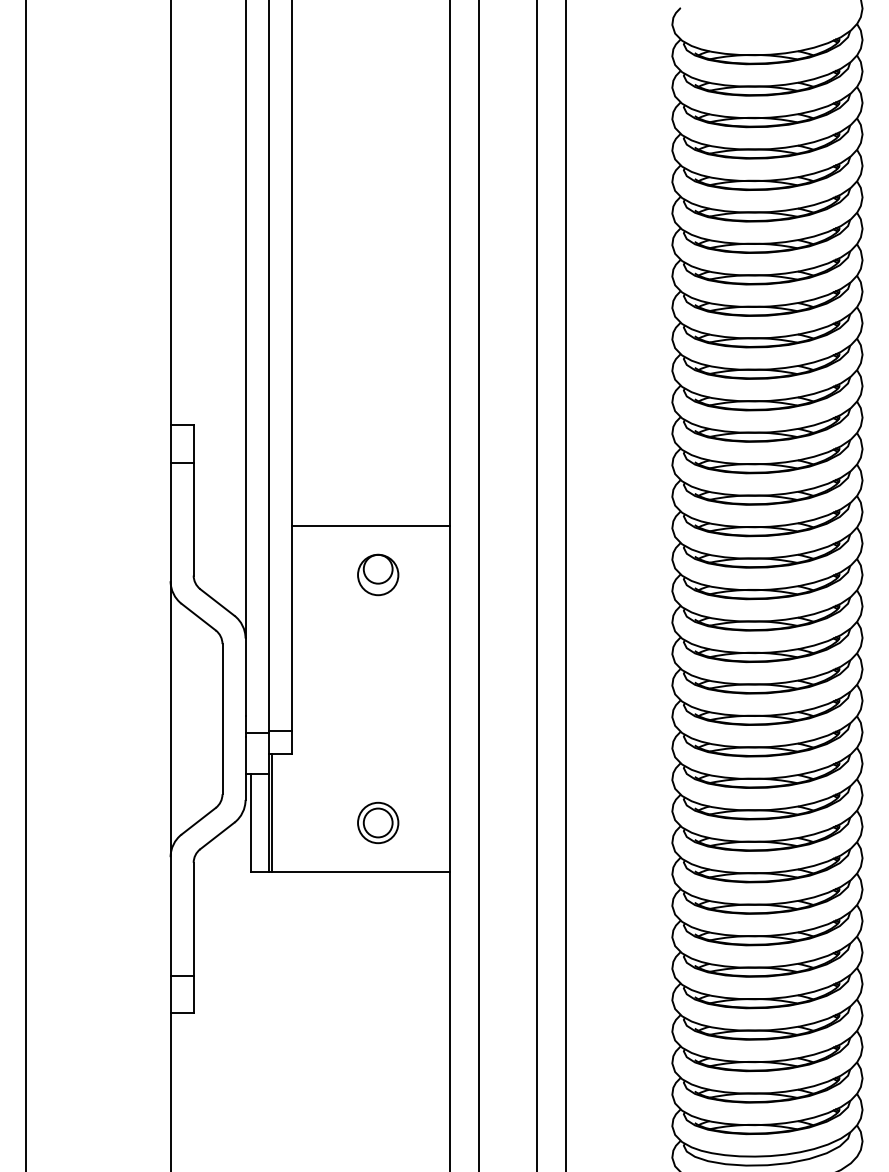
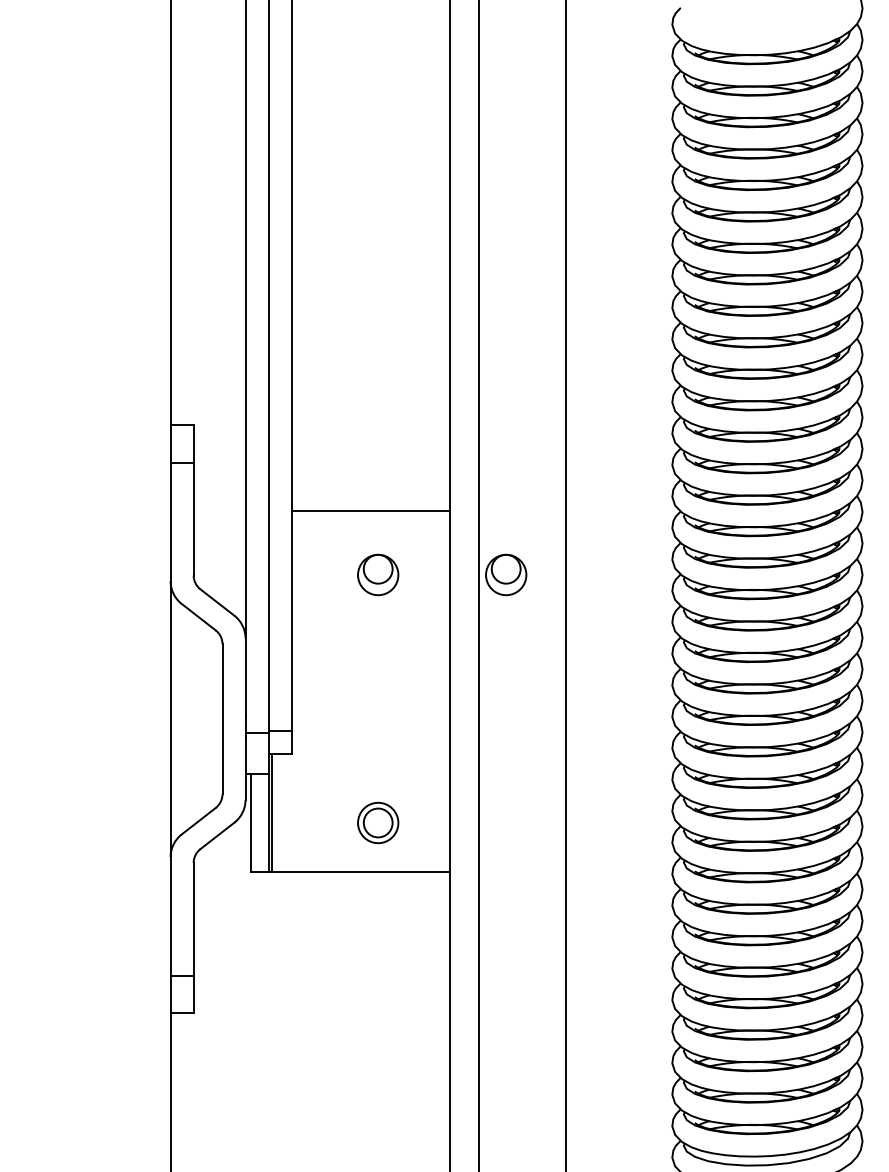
line at (370, 526) position: (370, 526) -> (370, 511)
part at (506, 574): none -> present
line at (26, 585): present -> none
line at (536, 585): present -> none
